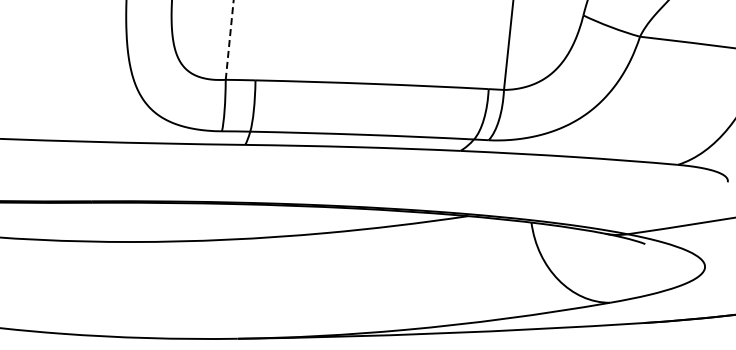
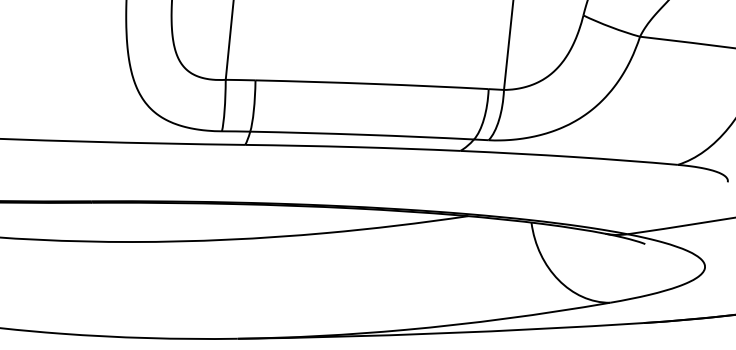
line at (229, 40): dashed -> solid
